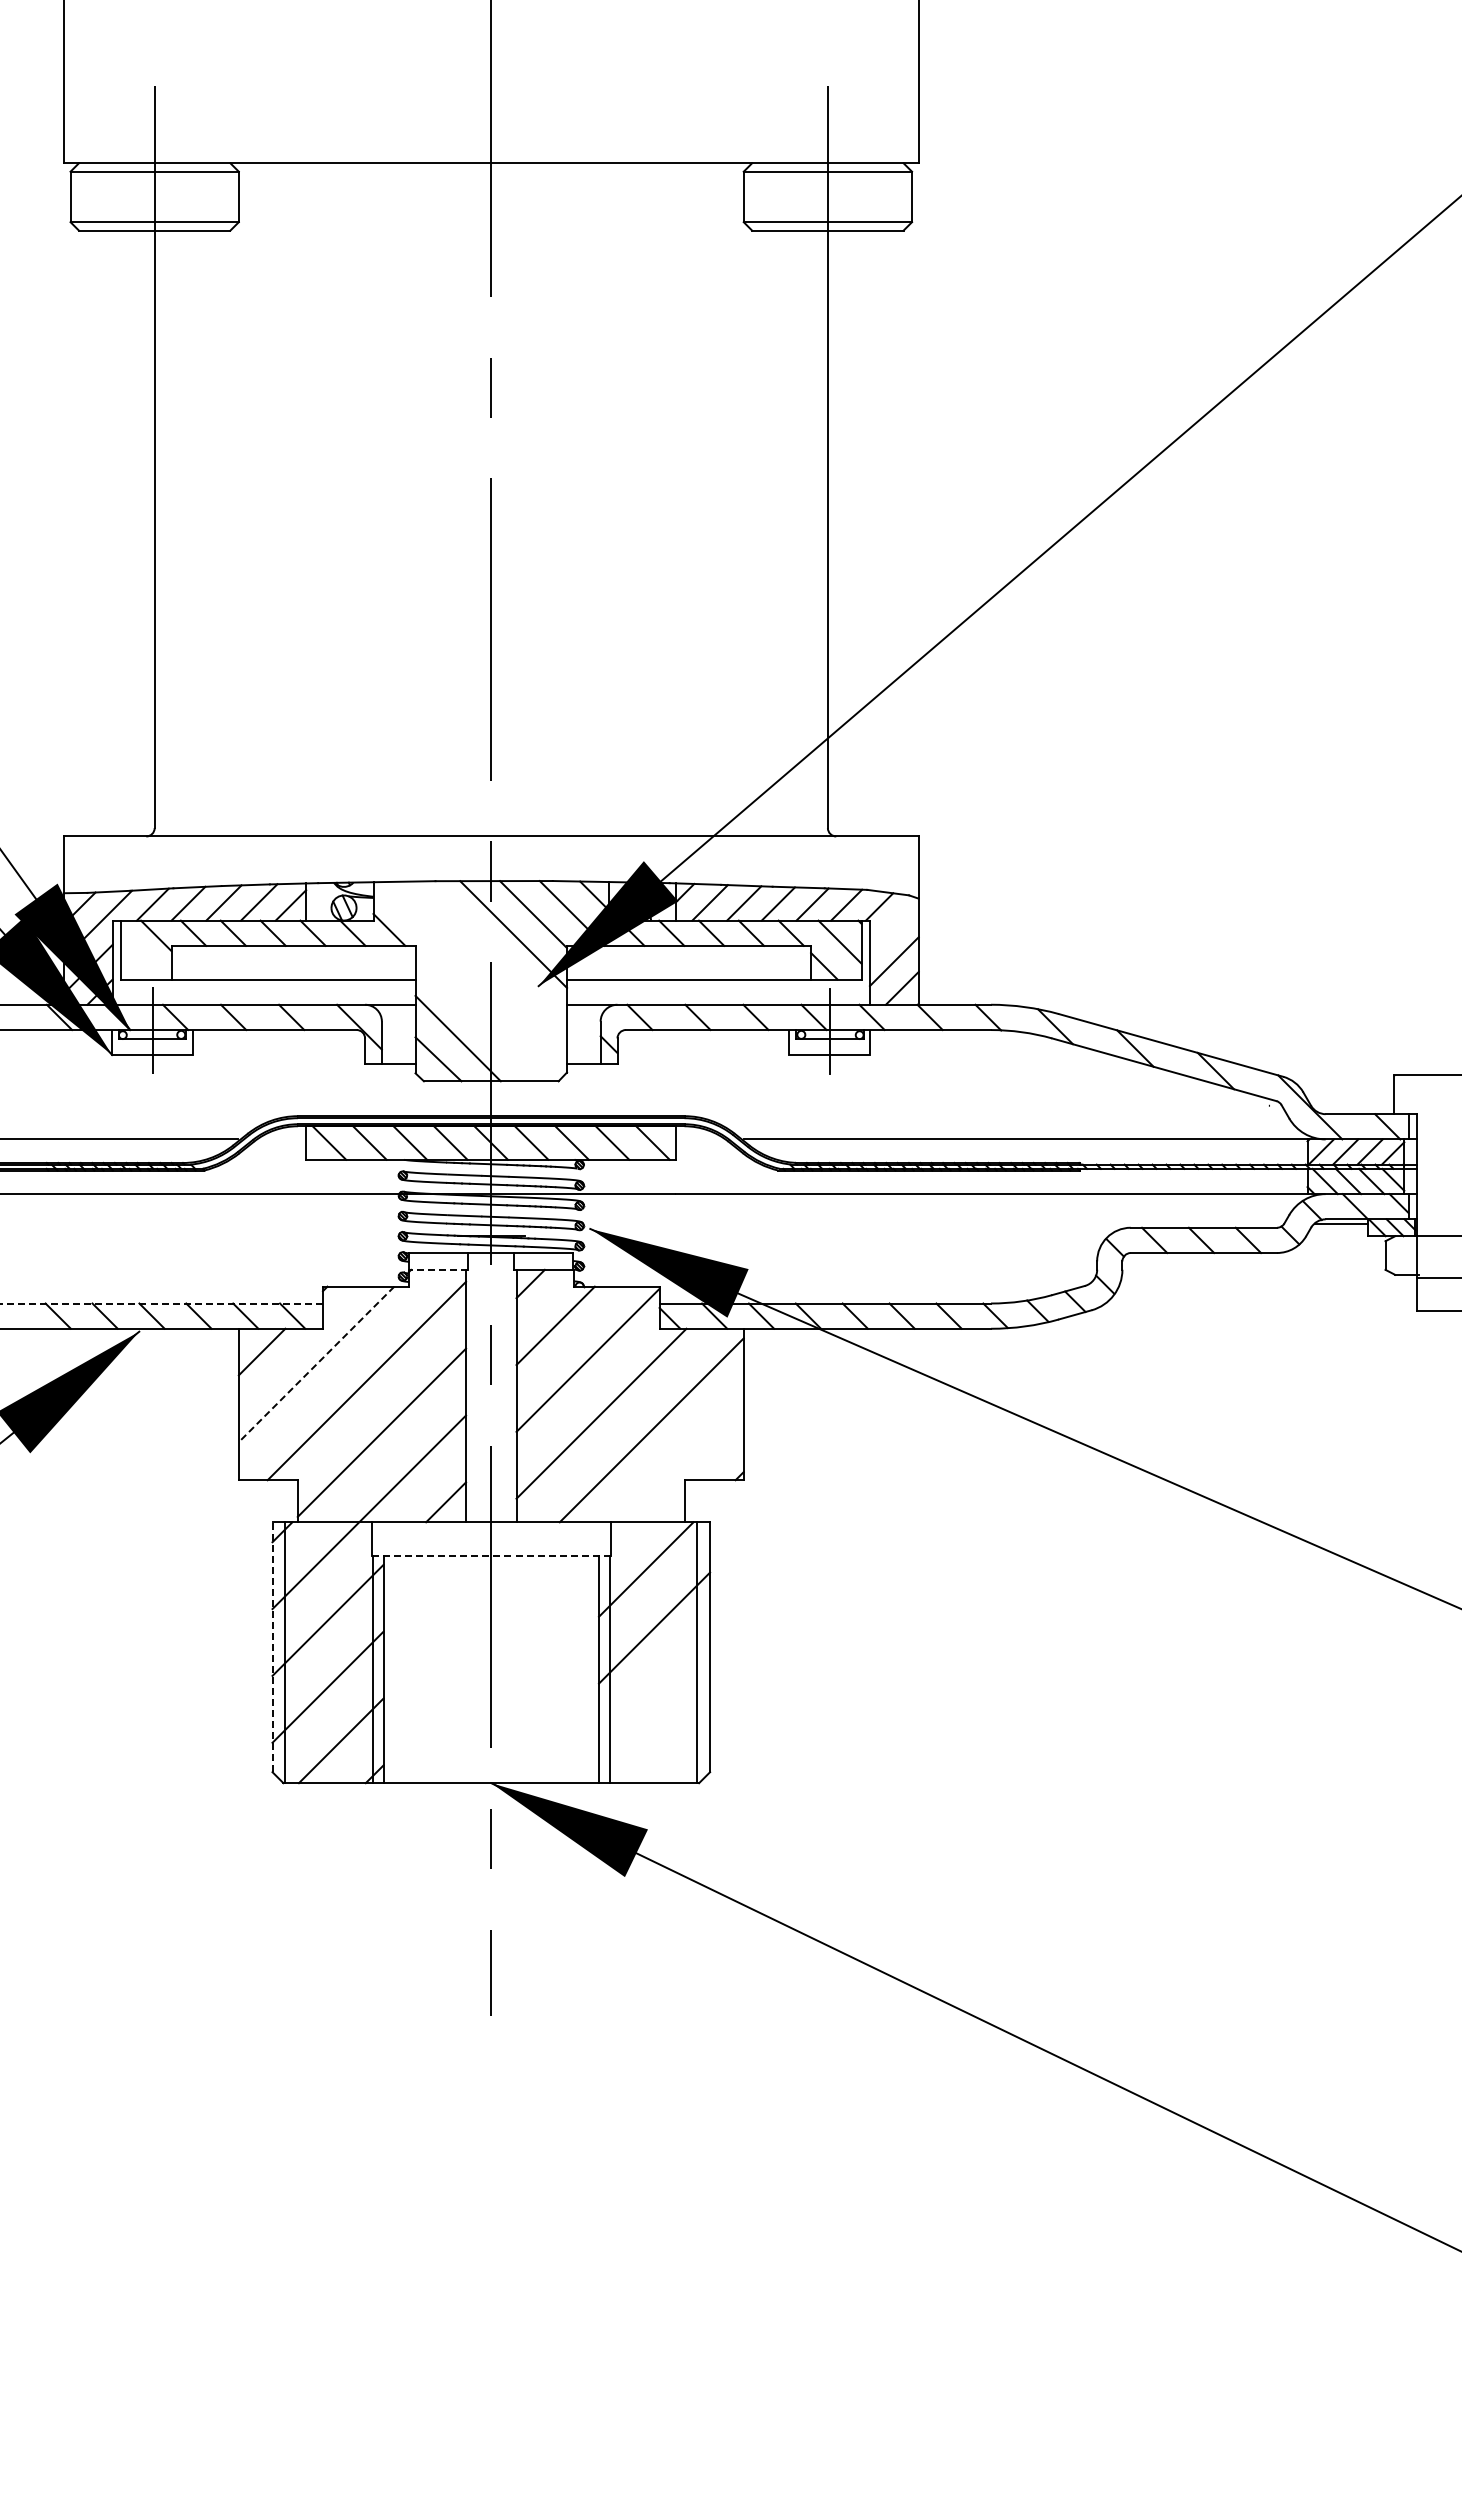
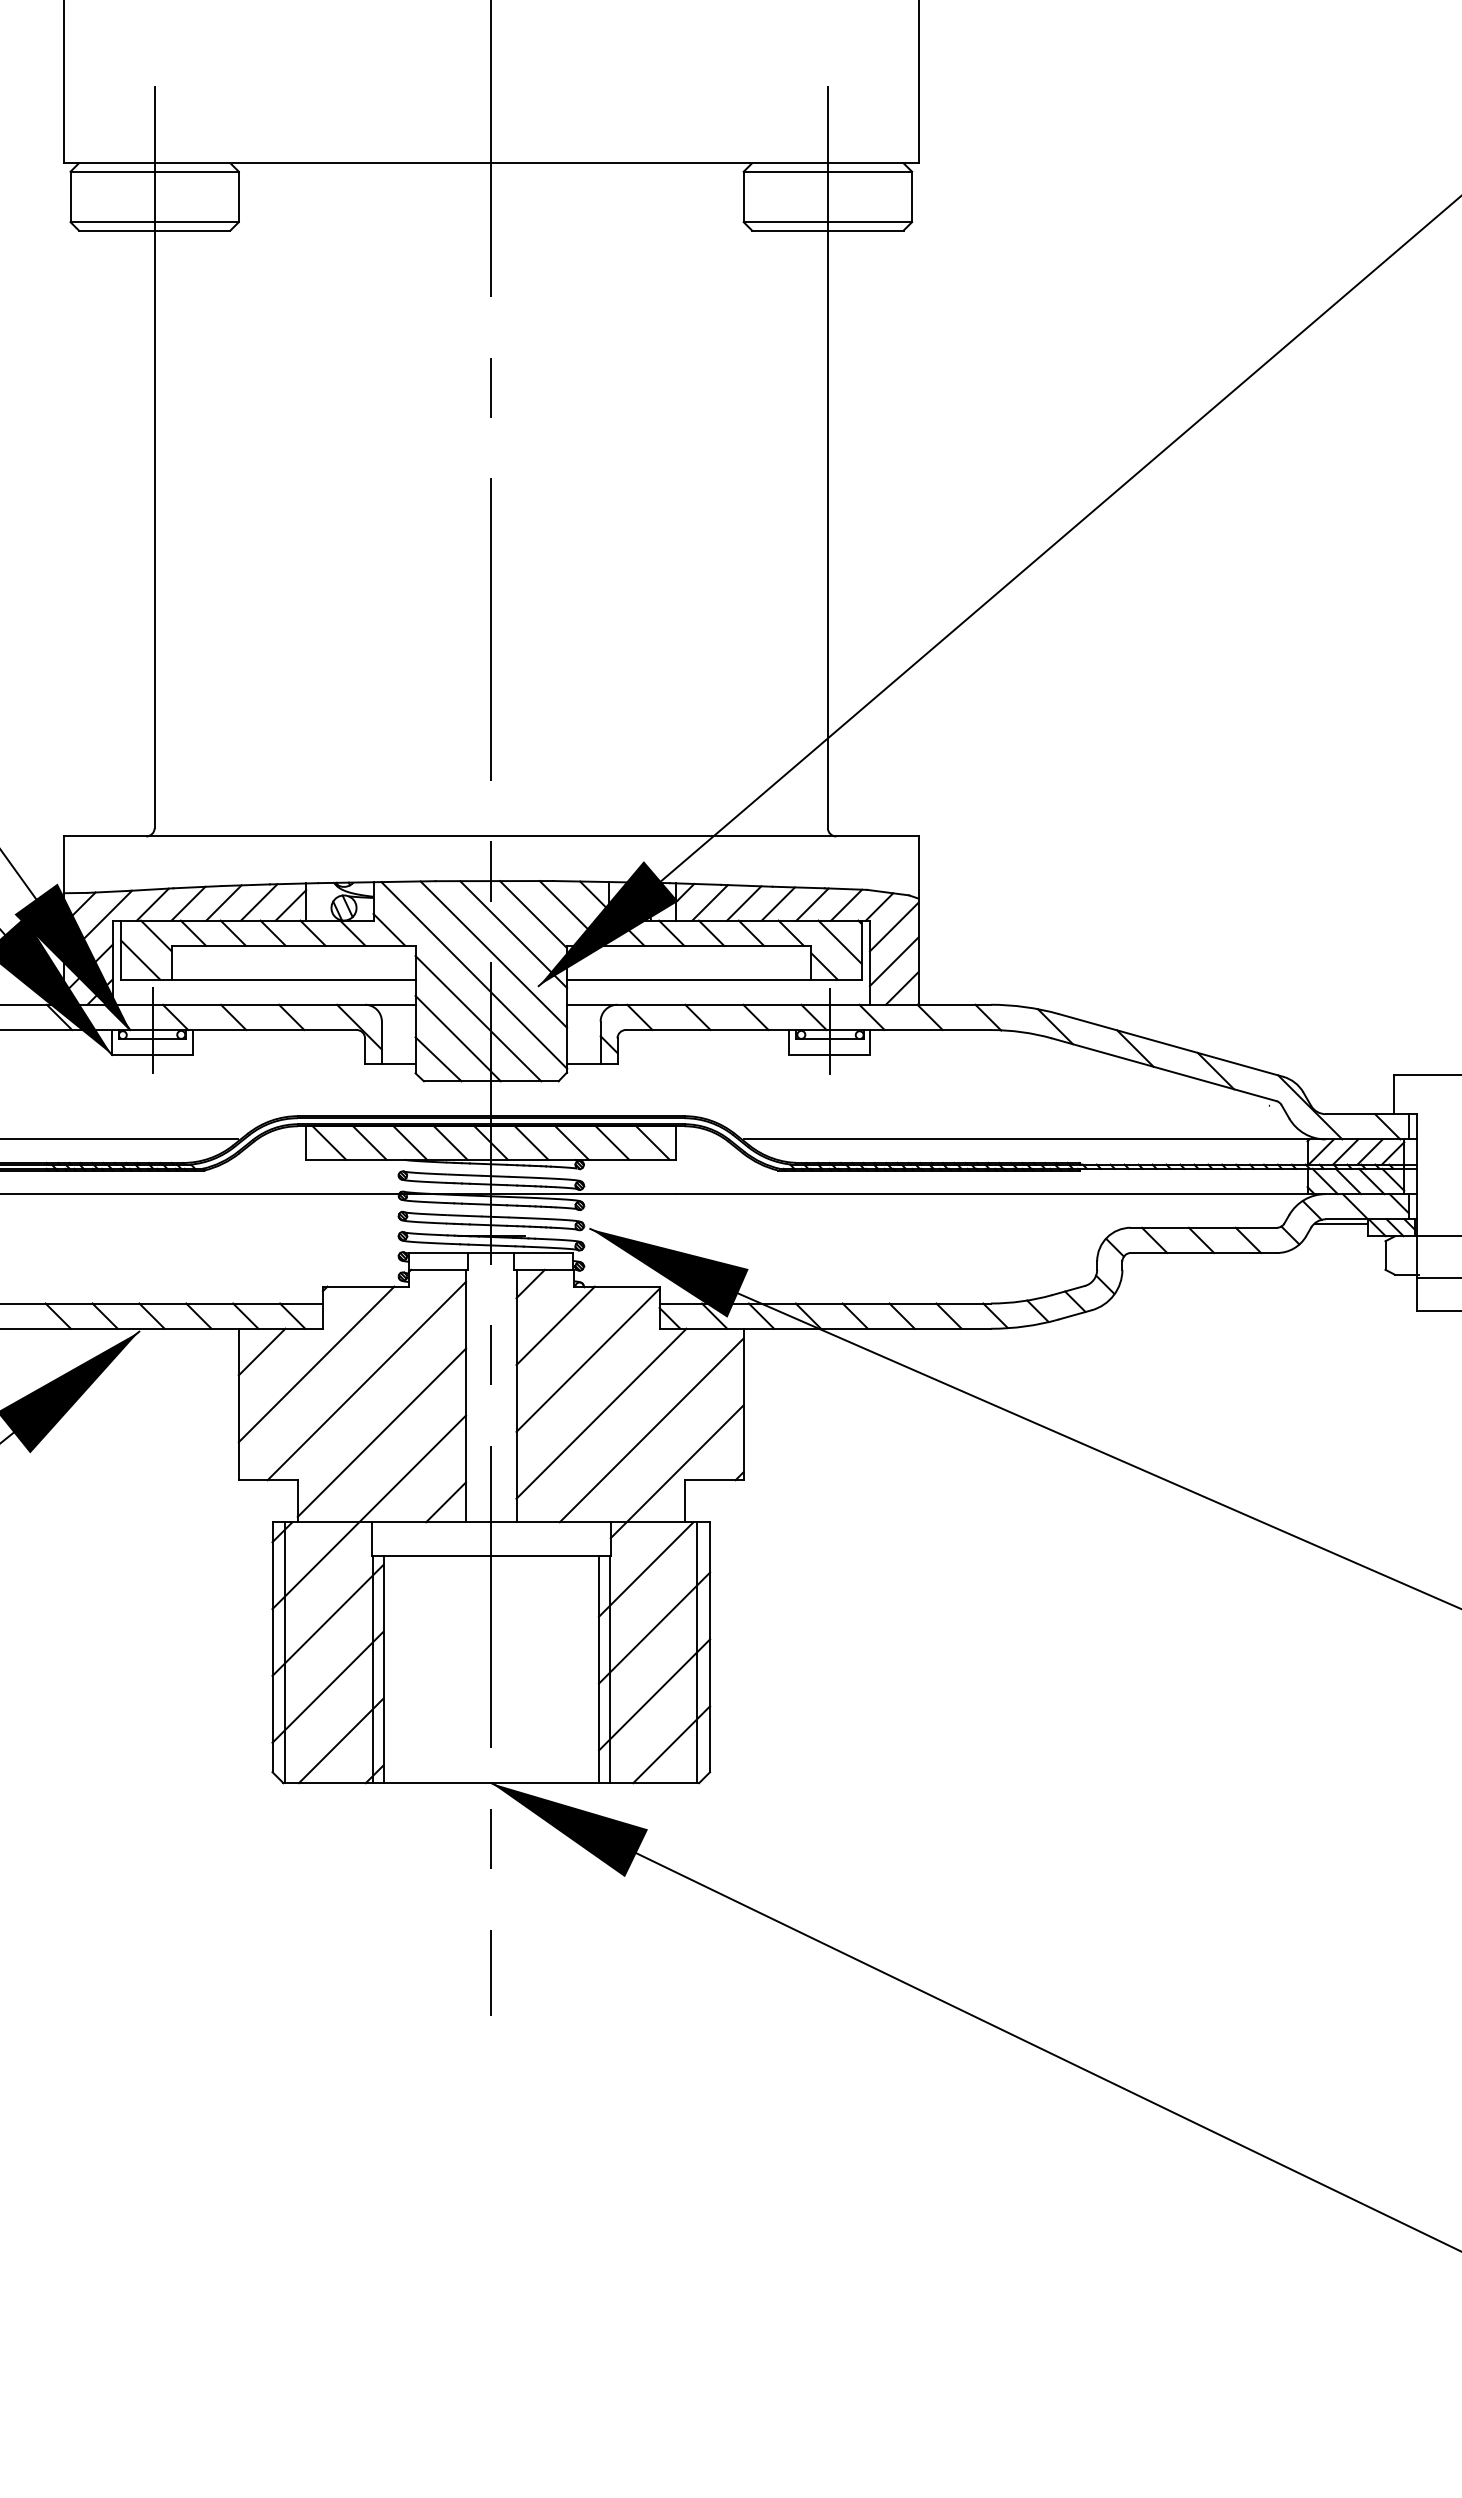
line at (893, 926): none -> present
line at (493, 954): none -> present
line at (140, 959): none -> present
line at (474, 975): none -> present
line at (478, 1018): none -> present
line at (438, 1269): dashed -> solid
line at (161, 1303): dashed -> solid
line at (316, 1364): dashed -> solid
line at (676, 1471): none -> present
line at (490, 1555): dashed -> solid
line at (272, 1647): dashed -> solid
line at (654, 1694): none -> present
line at (671, 1744): none -> present
